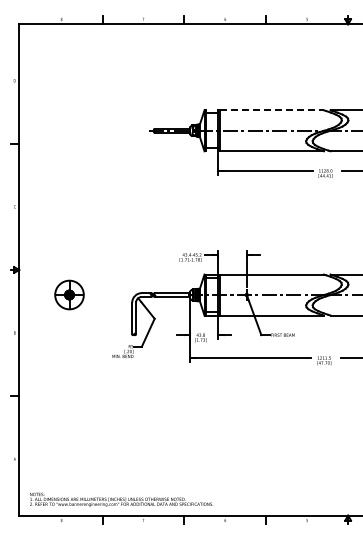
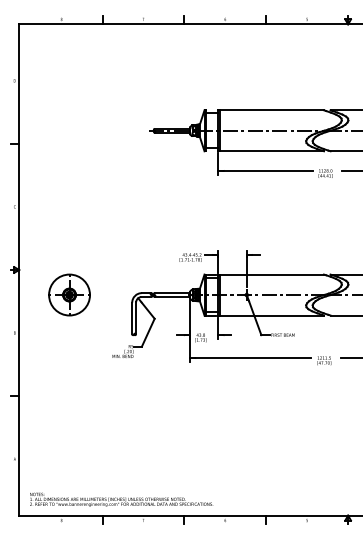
line at (272, 110): dashed -> solid
part at (69, 294) size: 31x32 px -> 43x44 px
